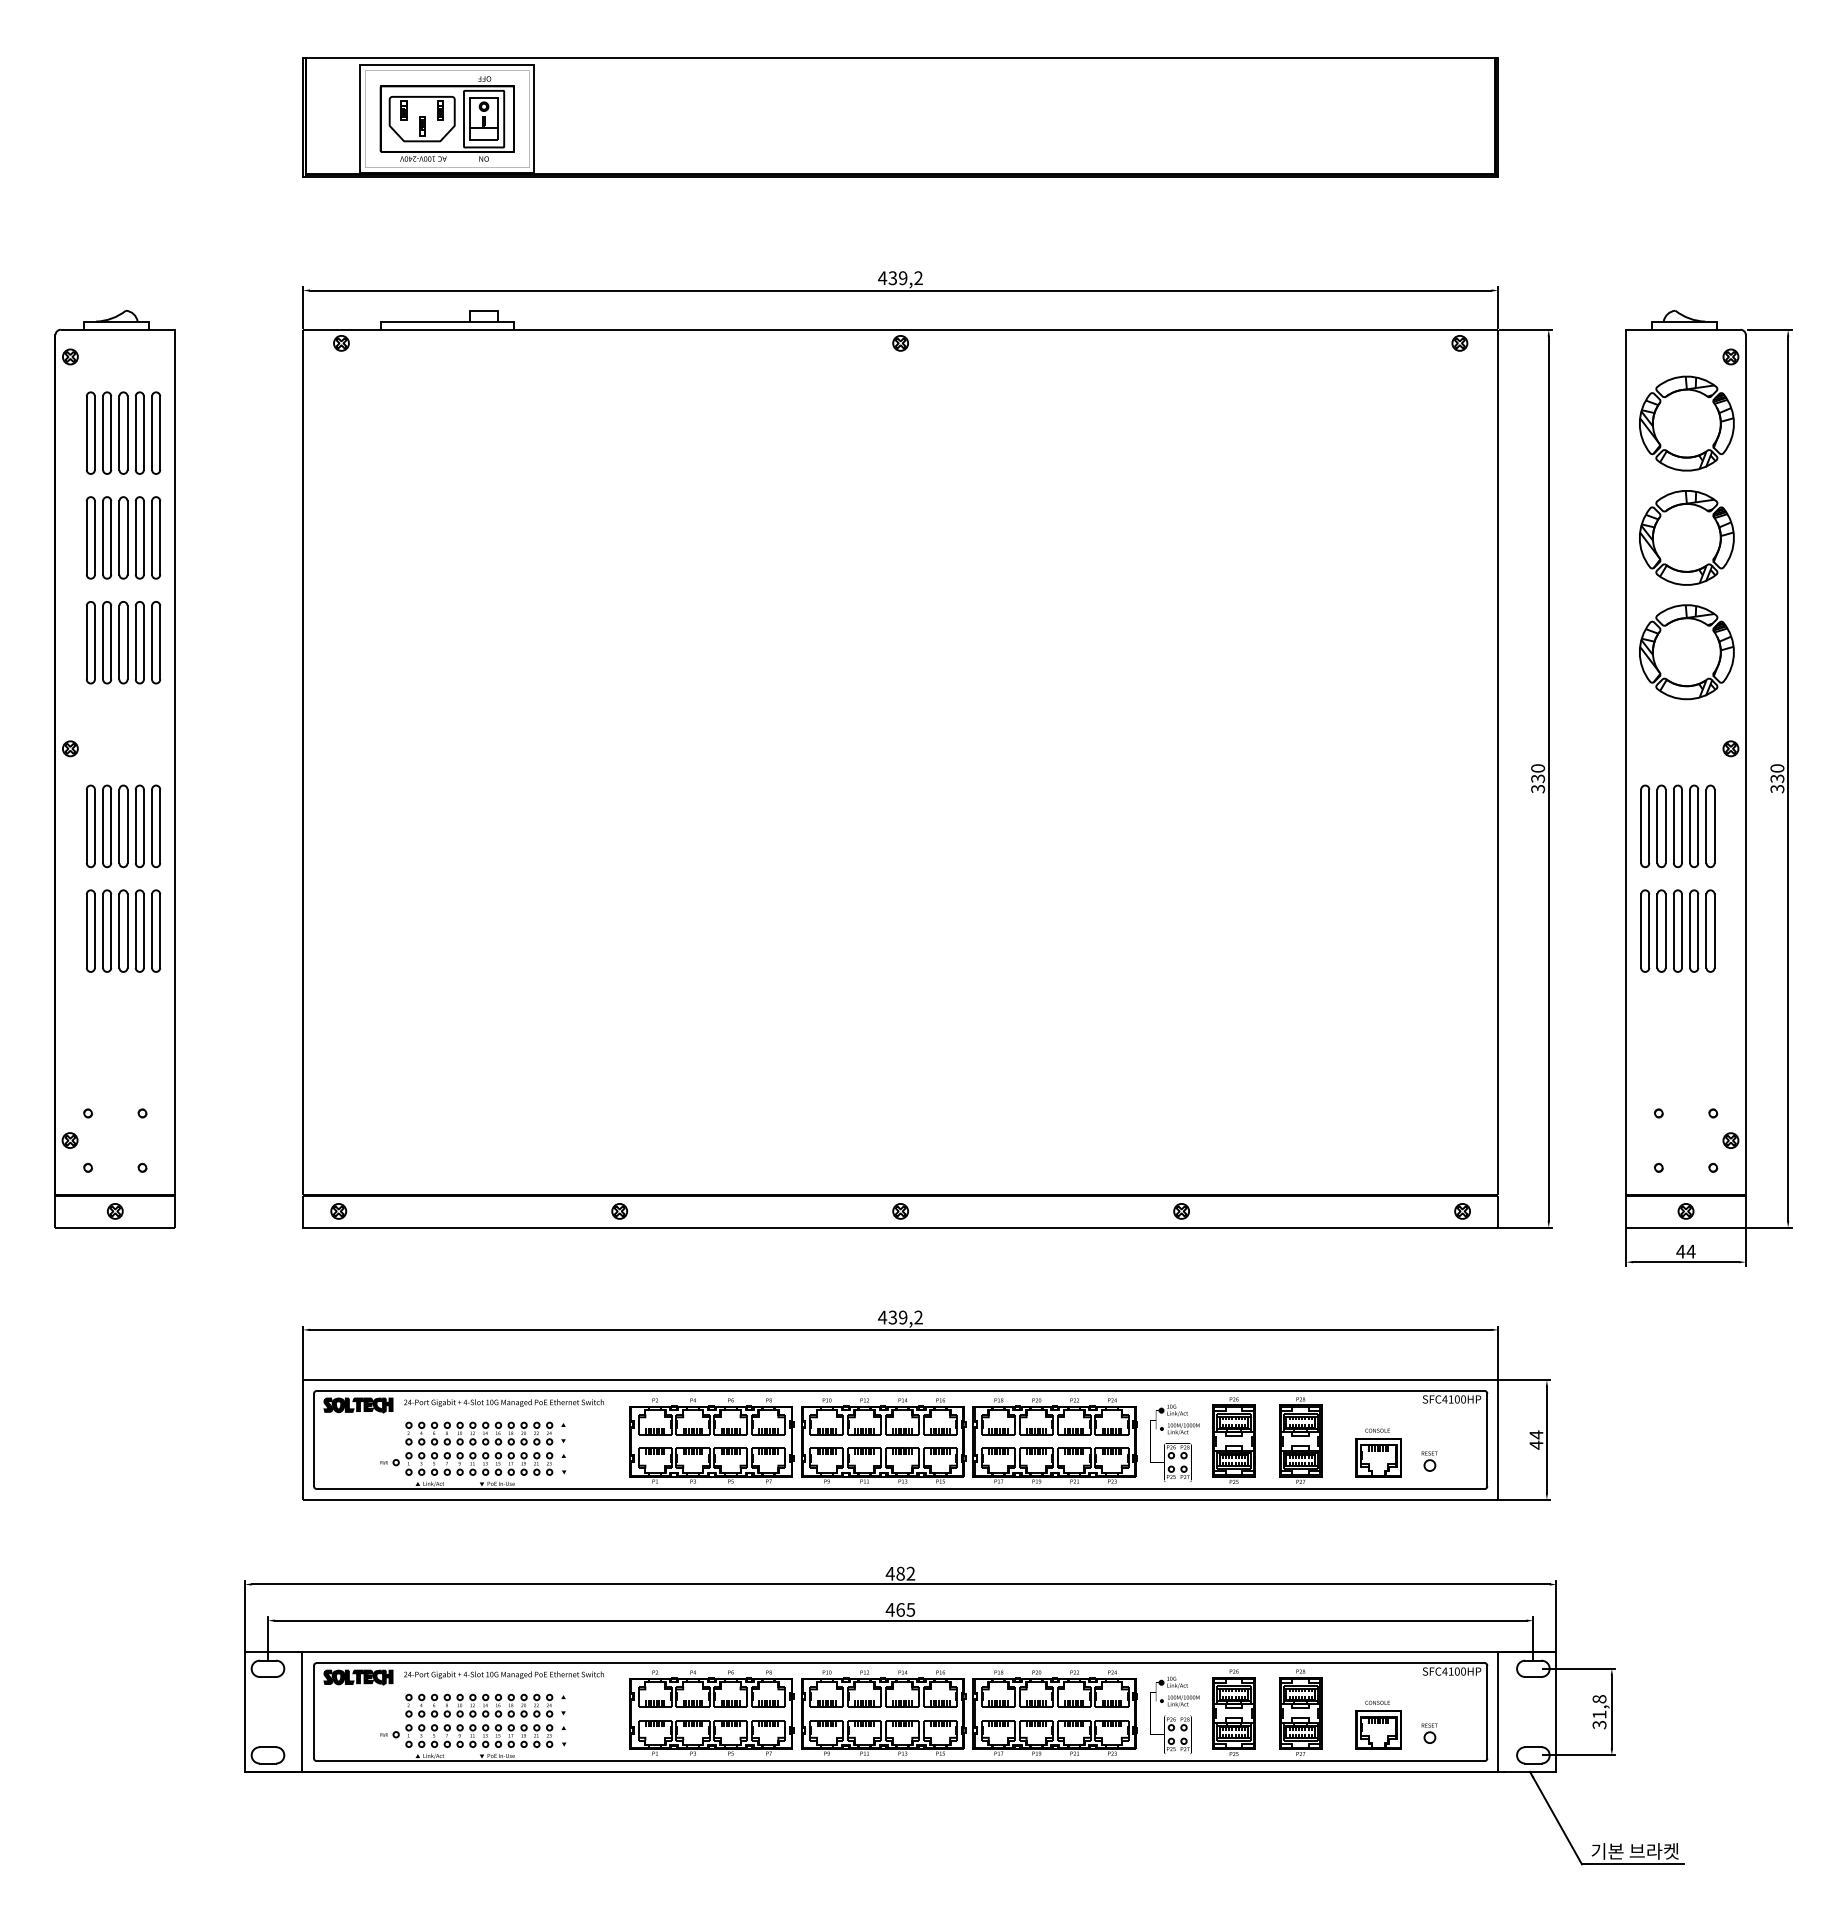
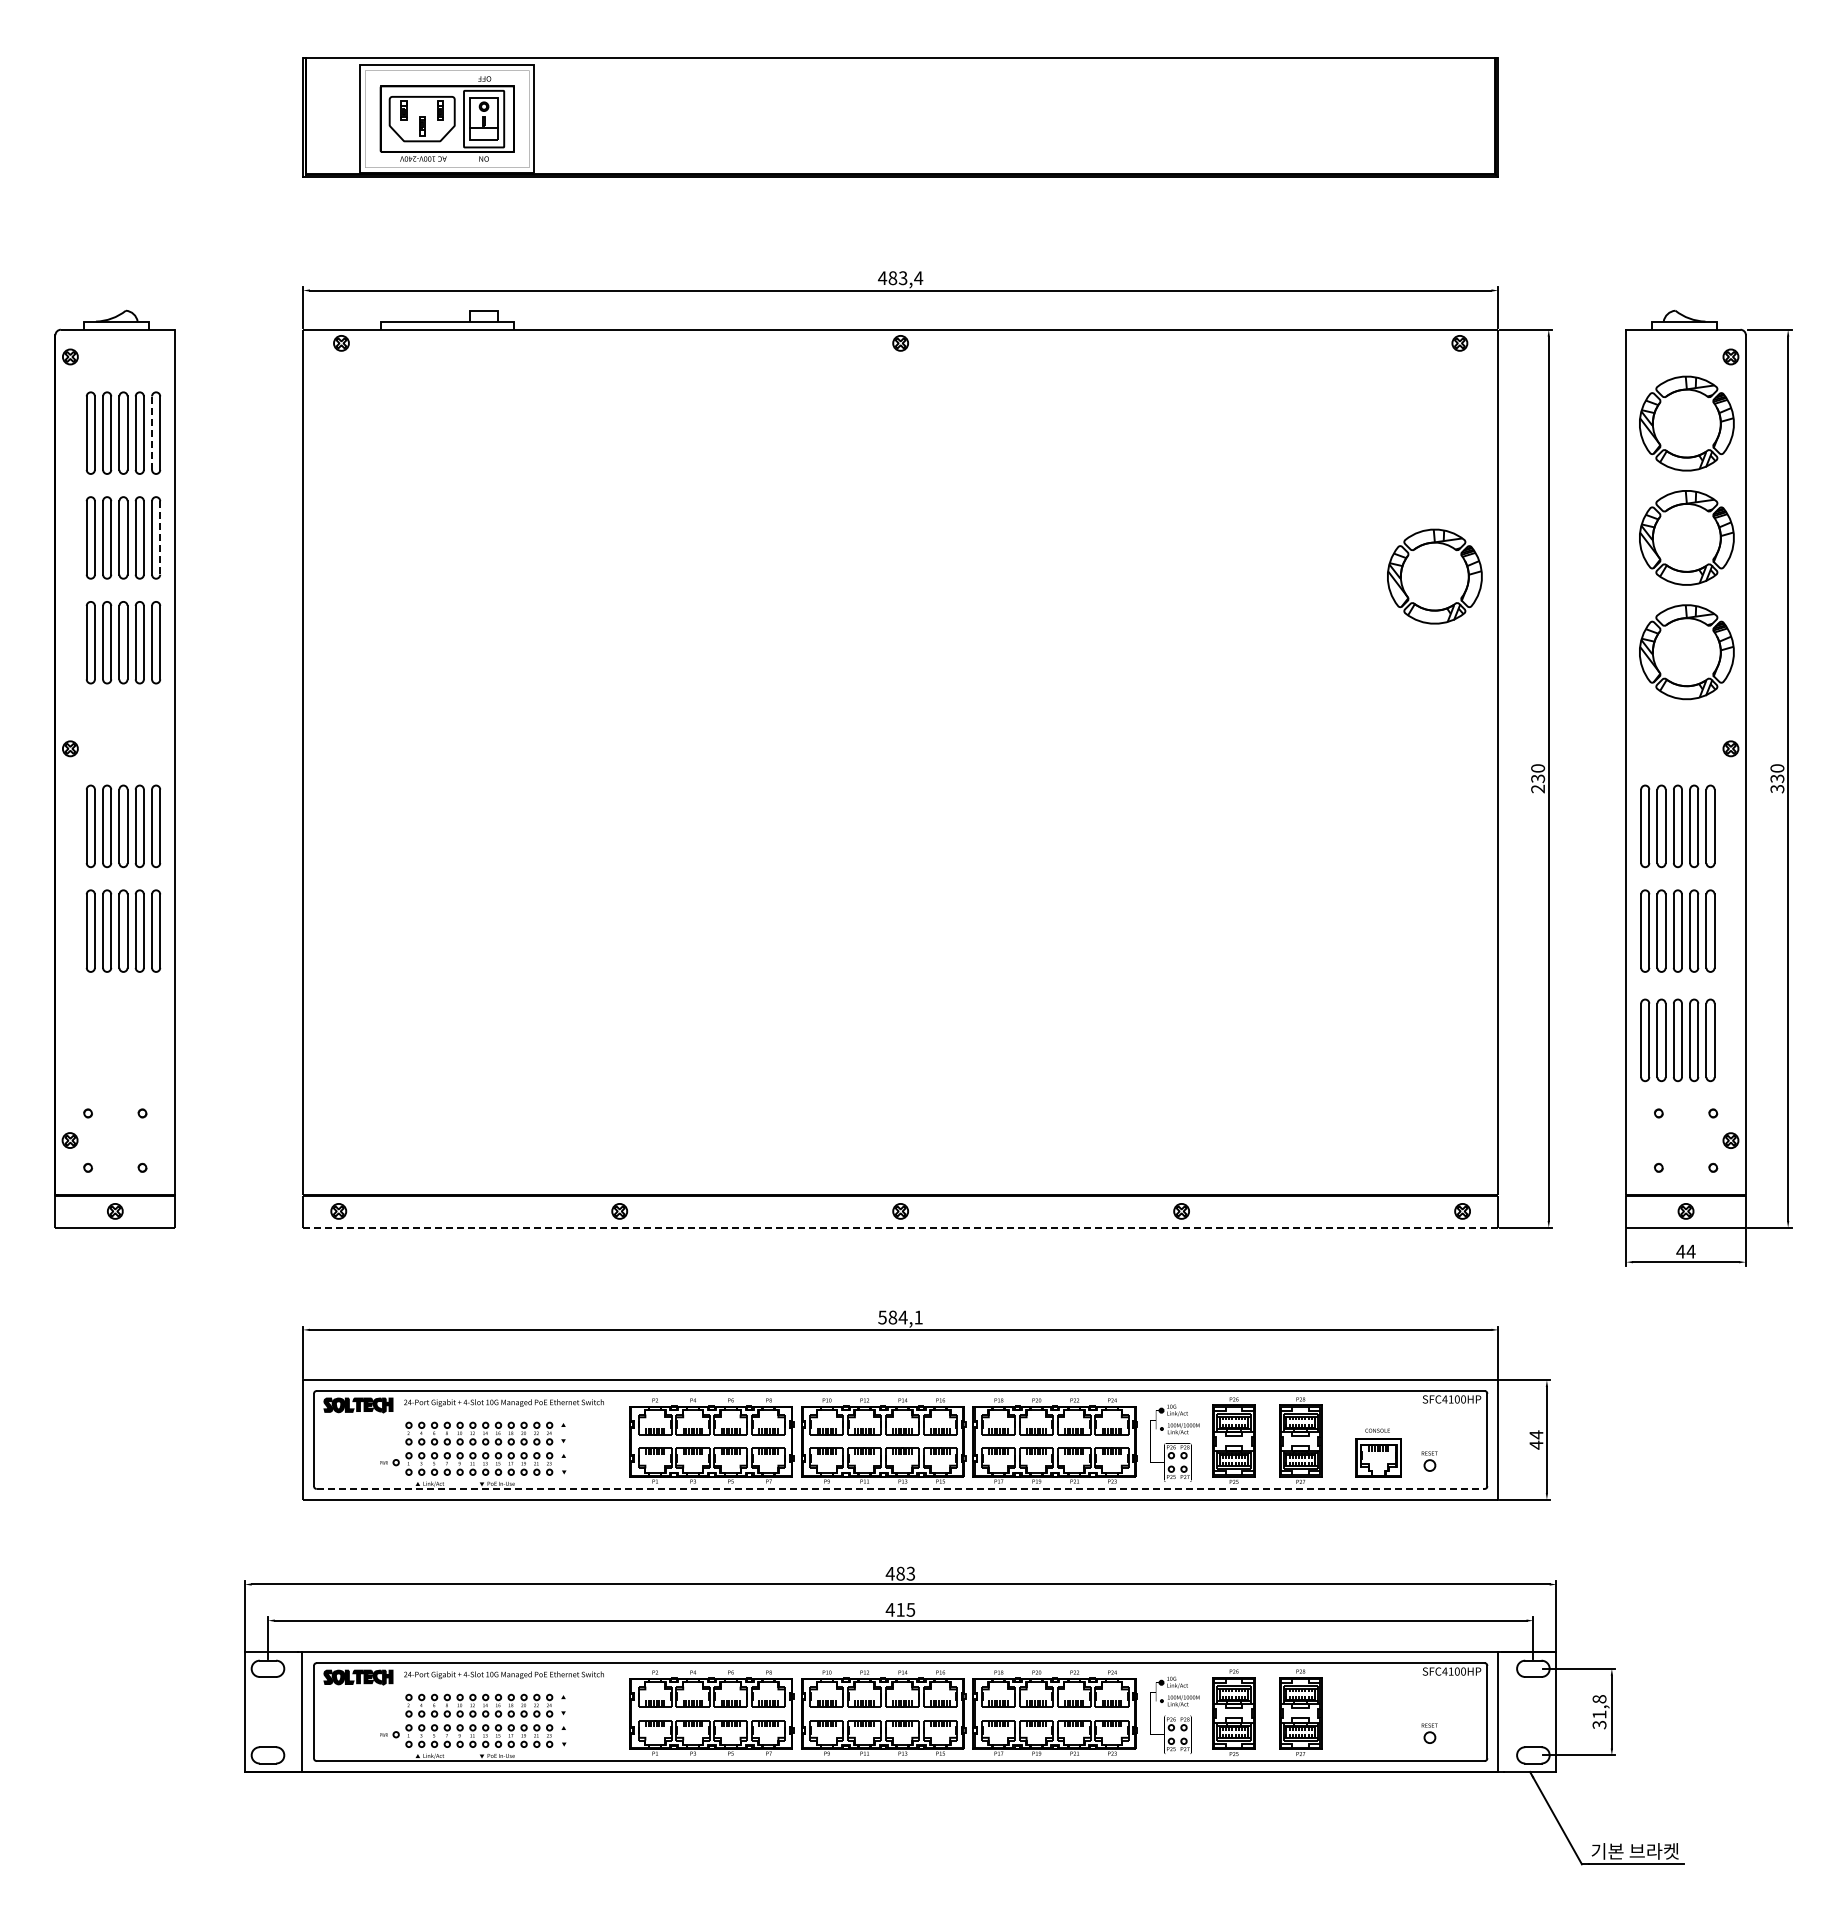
text at (905, 278): 439,2 -> 483,4
line at (152, 433): solid -> dashed
line at (160, 537): solid -> dashed
part at (1408, 557): none -> present
text at (1538, 788): 330 -> 230
part at (1677, 1040): none -> present
line at (900, 1227): solid -> dashed
text at (900, 1317): 439,2 -> 584,1
line at (900, 1488): solid -> dashed
text at (910, 1573): 482 -> 483
text at (900, 1609): 465 -> 415
part at (1378, 1724): present -> none
